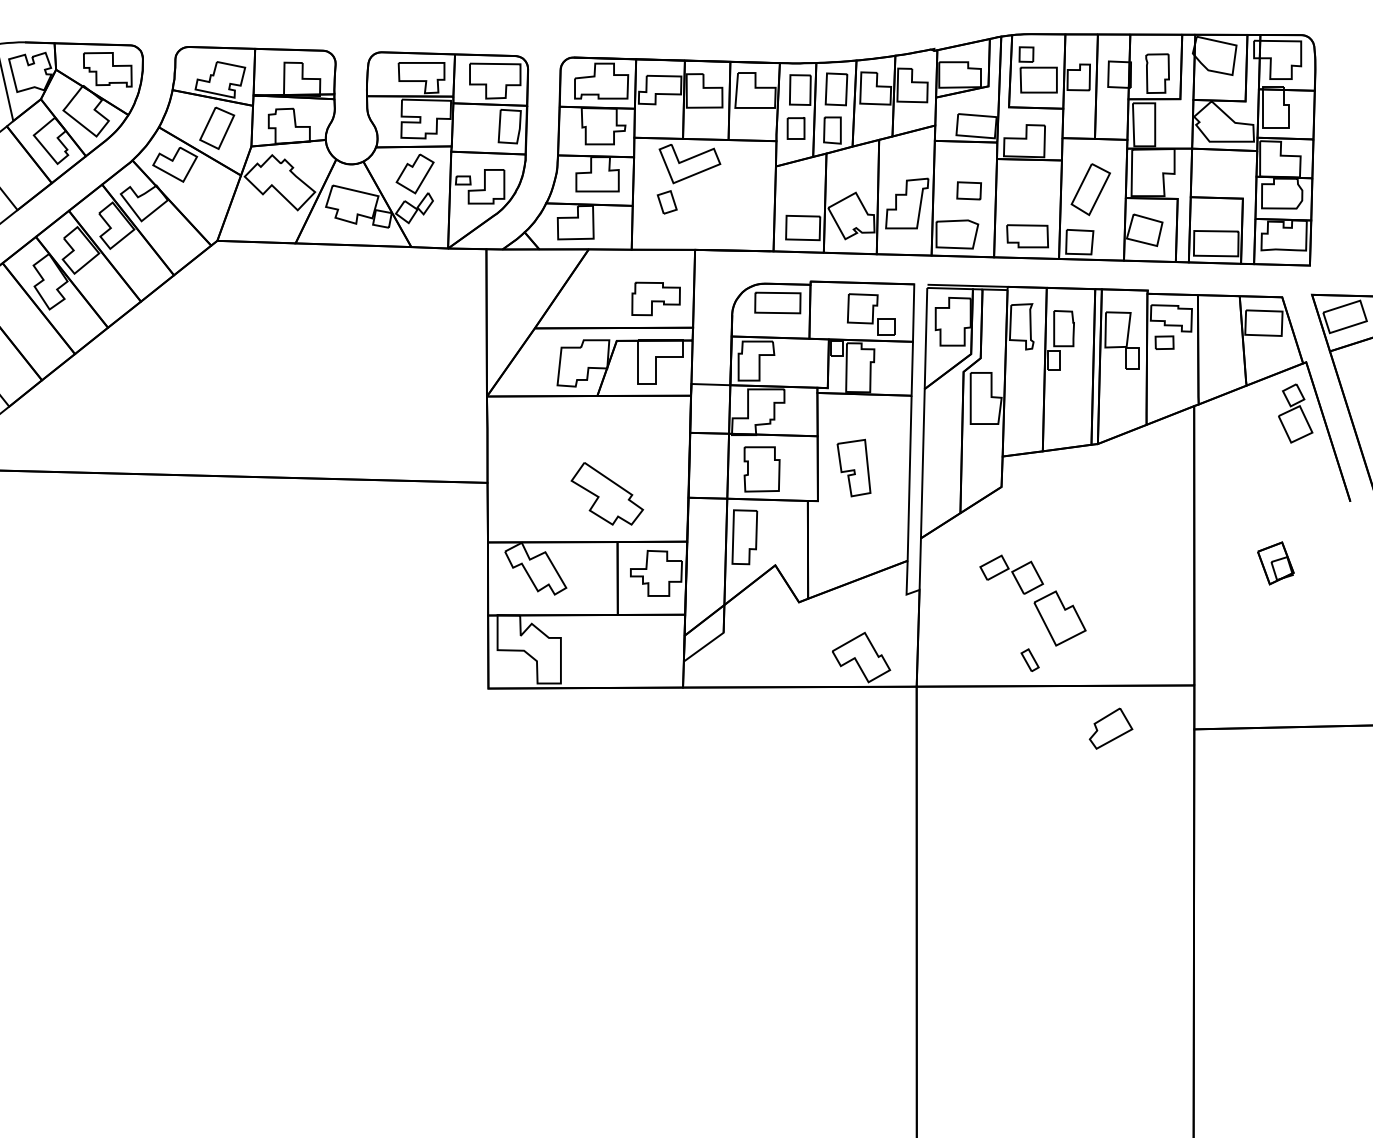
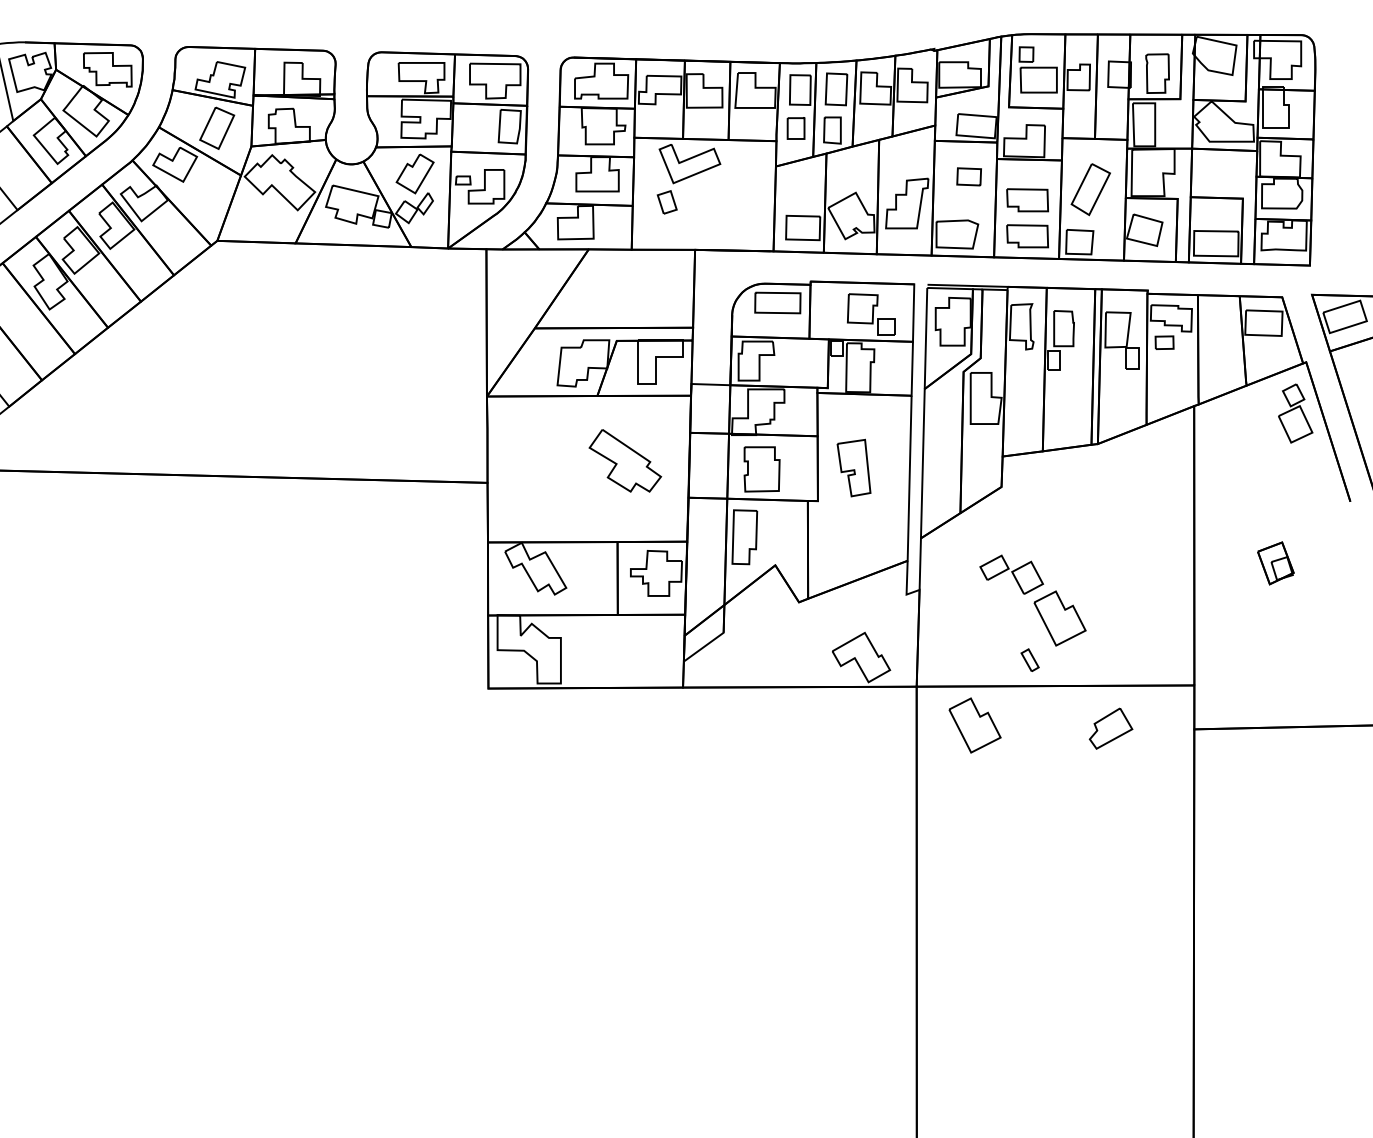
part at (968, 190) position: (968, 190) -> (968, 176)
part at (1027, 200): none -> present
part at (655, 298): present -> none
part at (607, 493) position: (607, 493) -> (625, 460)
part at (974, 725): none -> present
